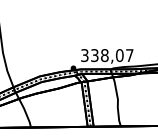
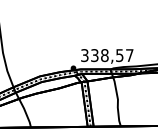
text at (119, 55): 338,07 -> 338,57
